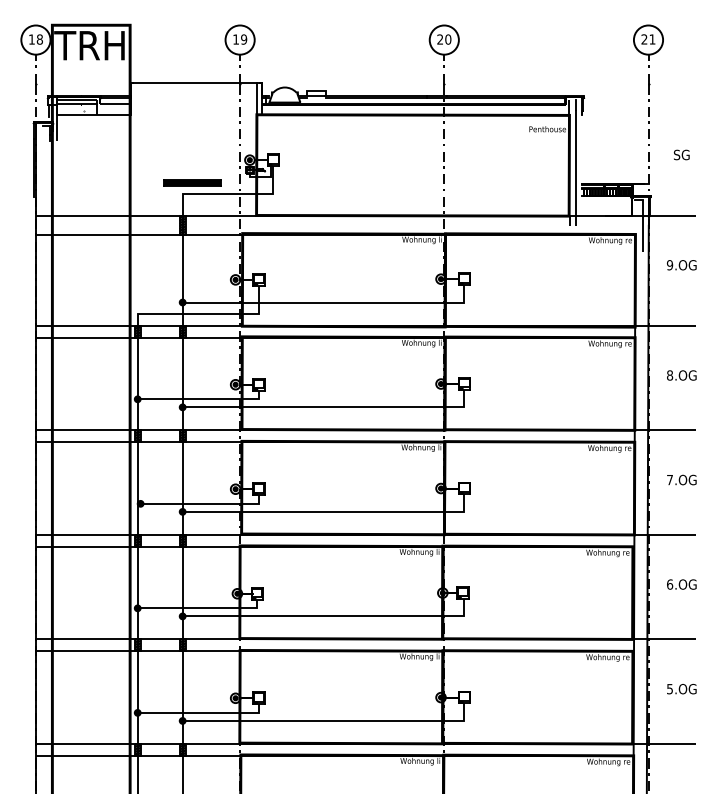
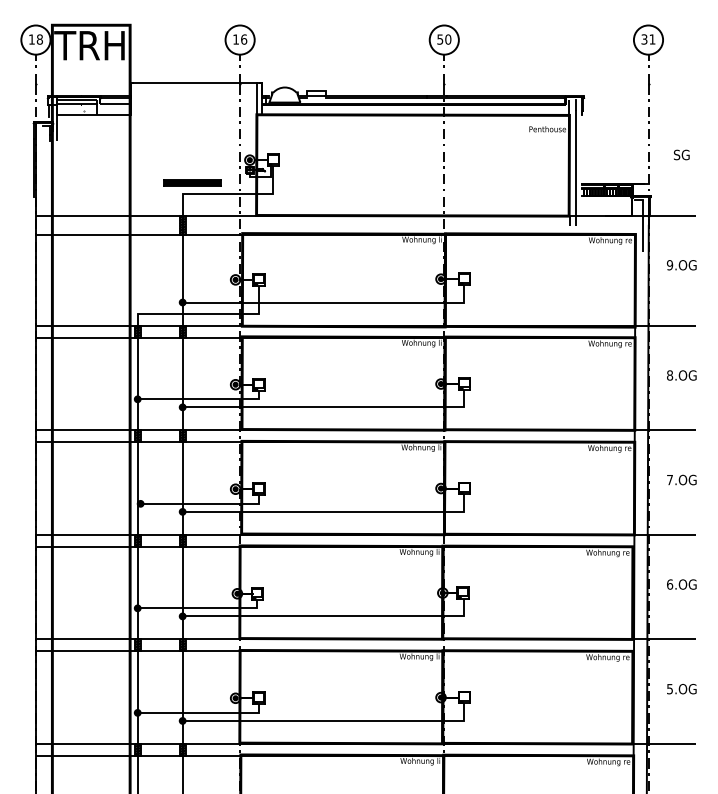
text at (244, 39): 19 -> 16
text at (440, 39): 20 -> 50
text at (644, 39): 21 -> 31
